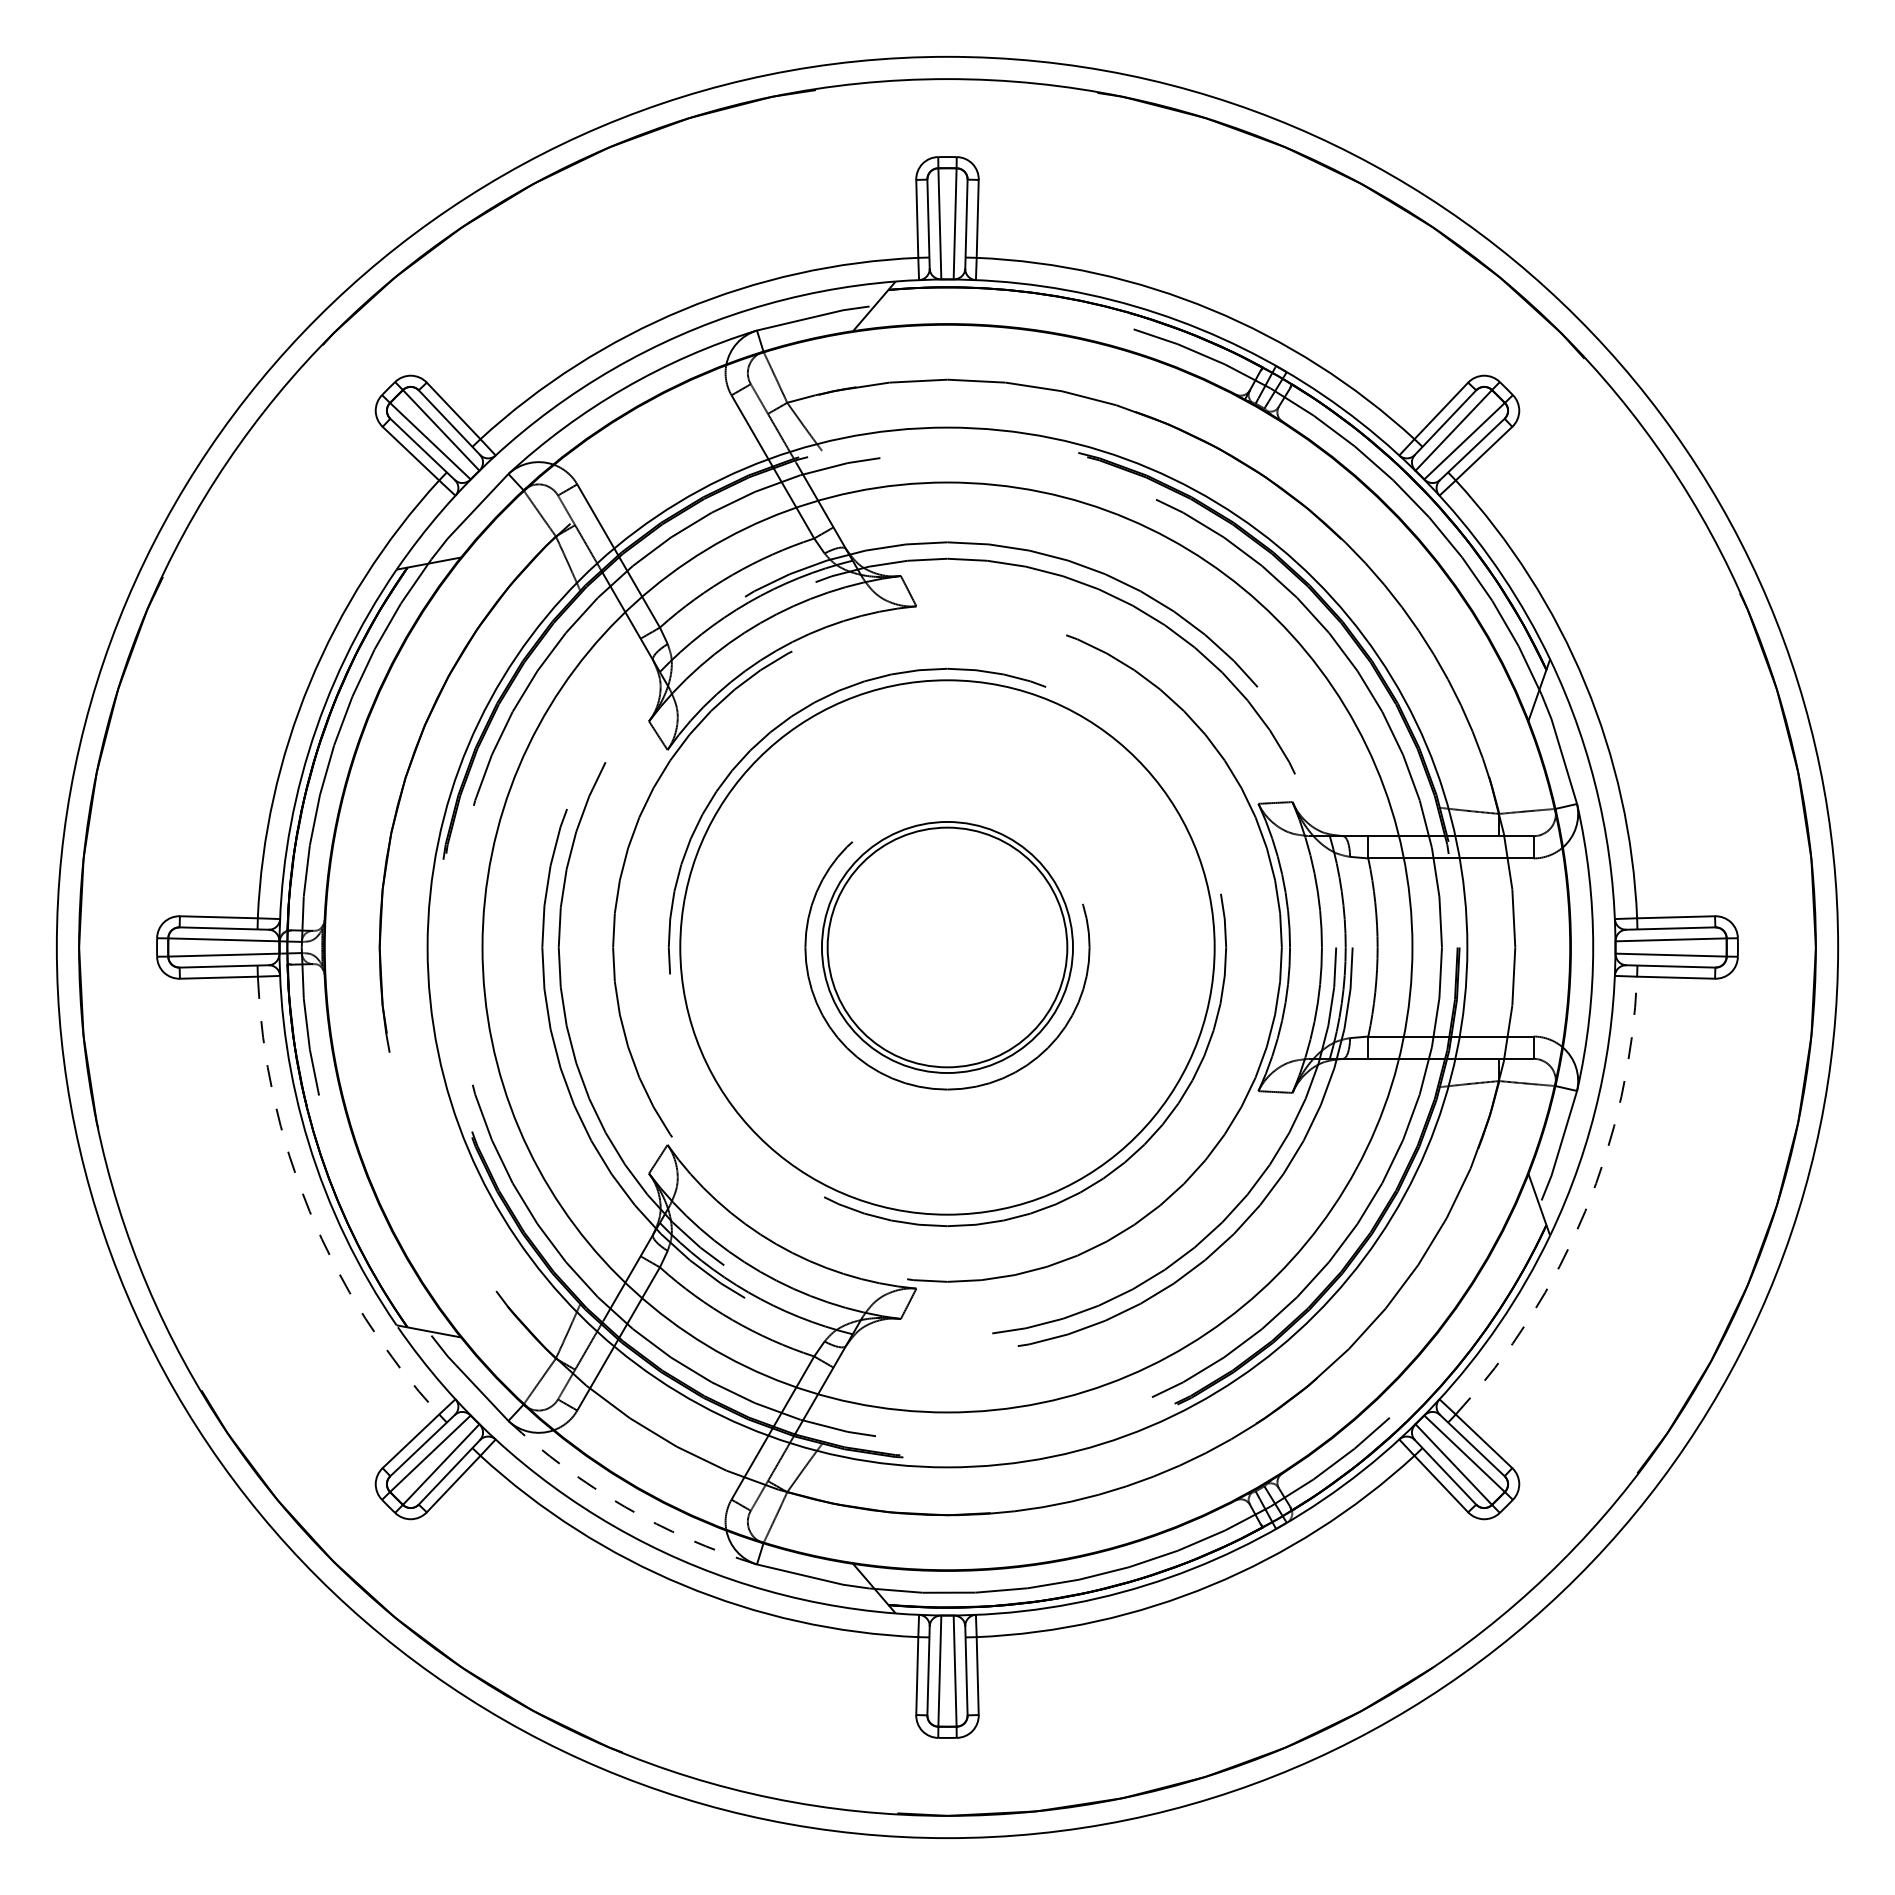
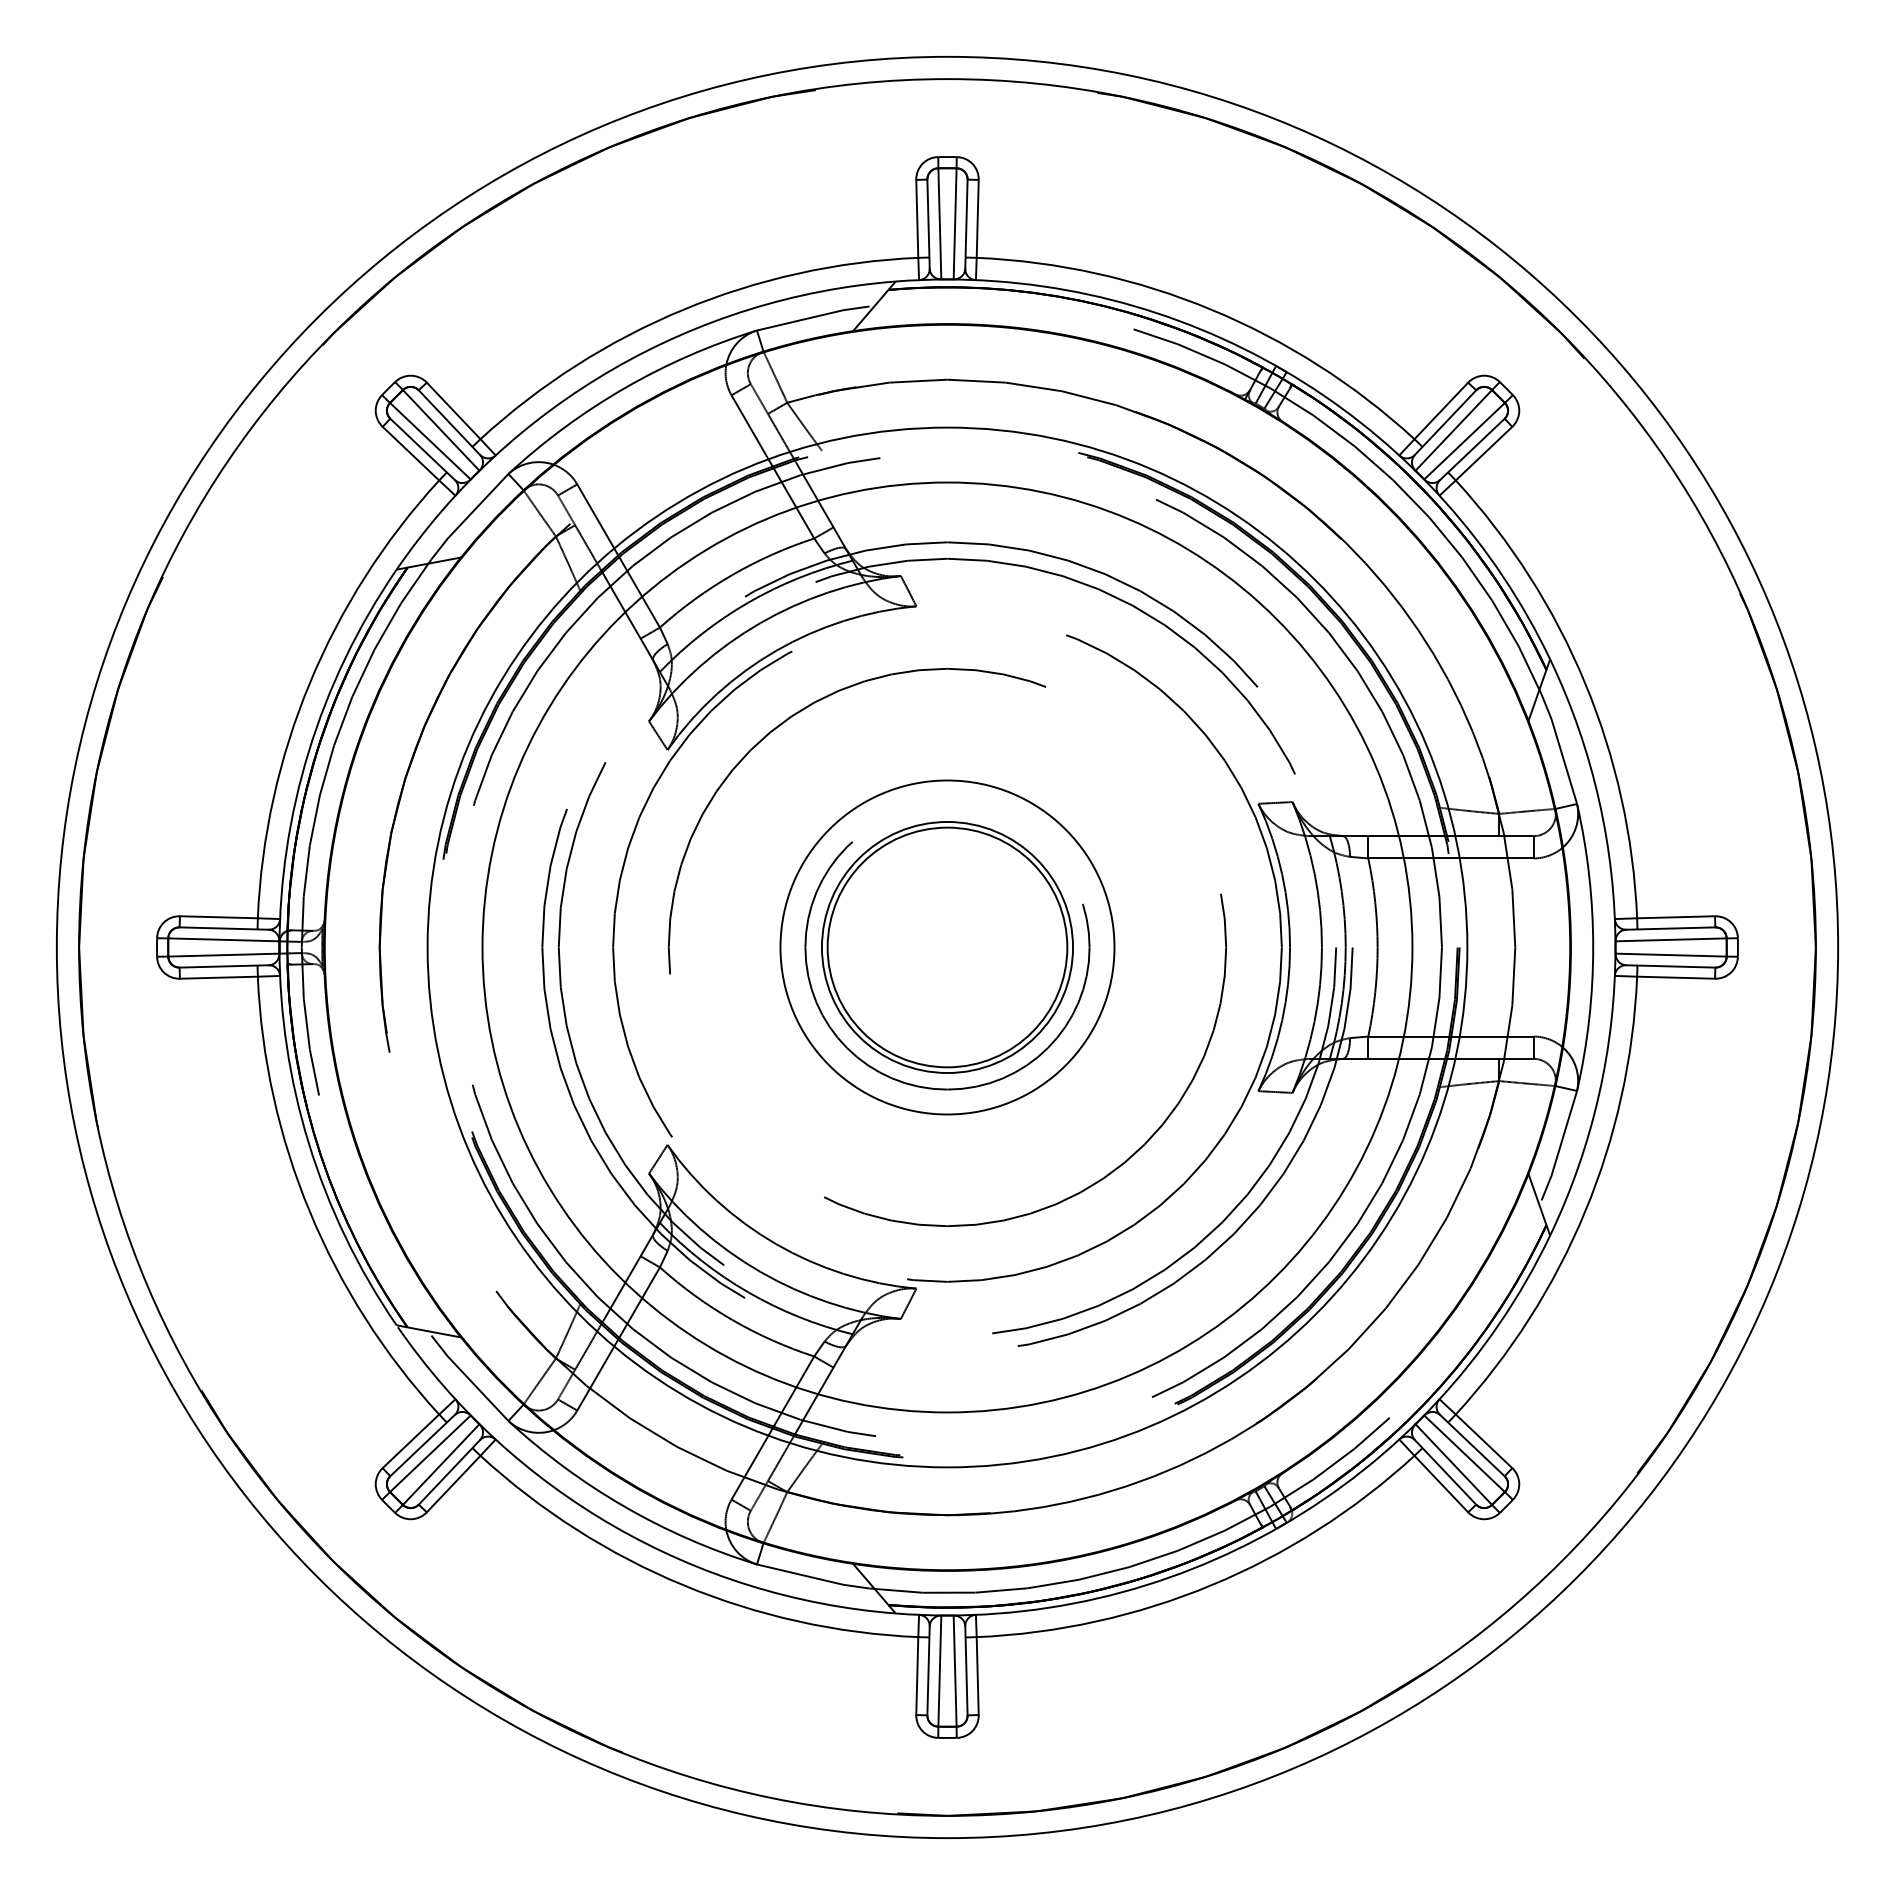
circle at (947, 947) diameter: 534 px -> 334 px
arc at (309, 1211): dashed -> solid
arc at (1585, 1211): dashed -> solid
arc at (624, 1506): dashed -> solid
